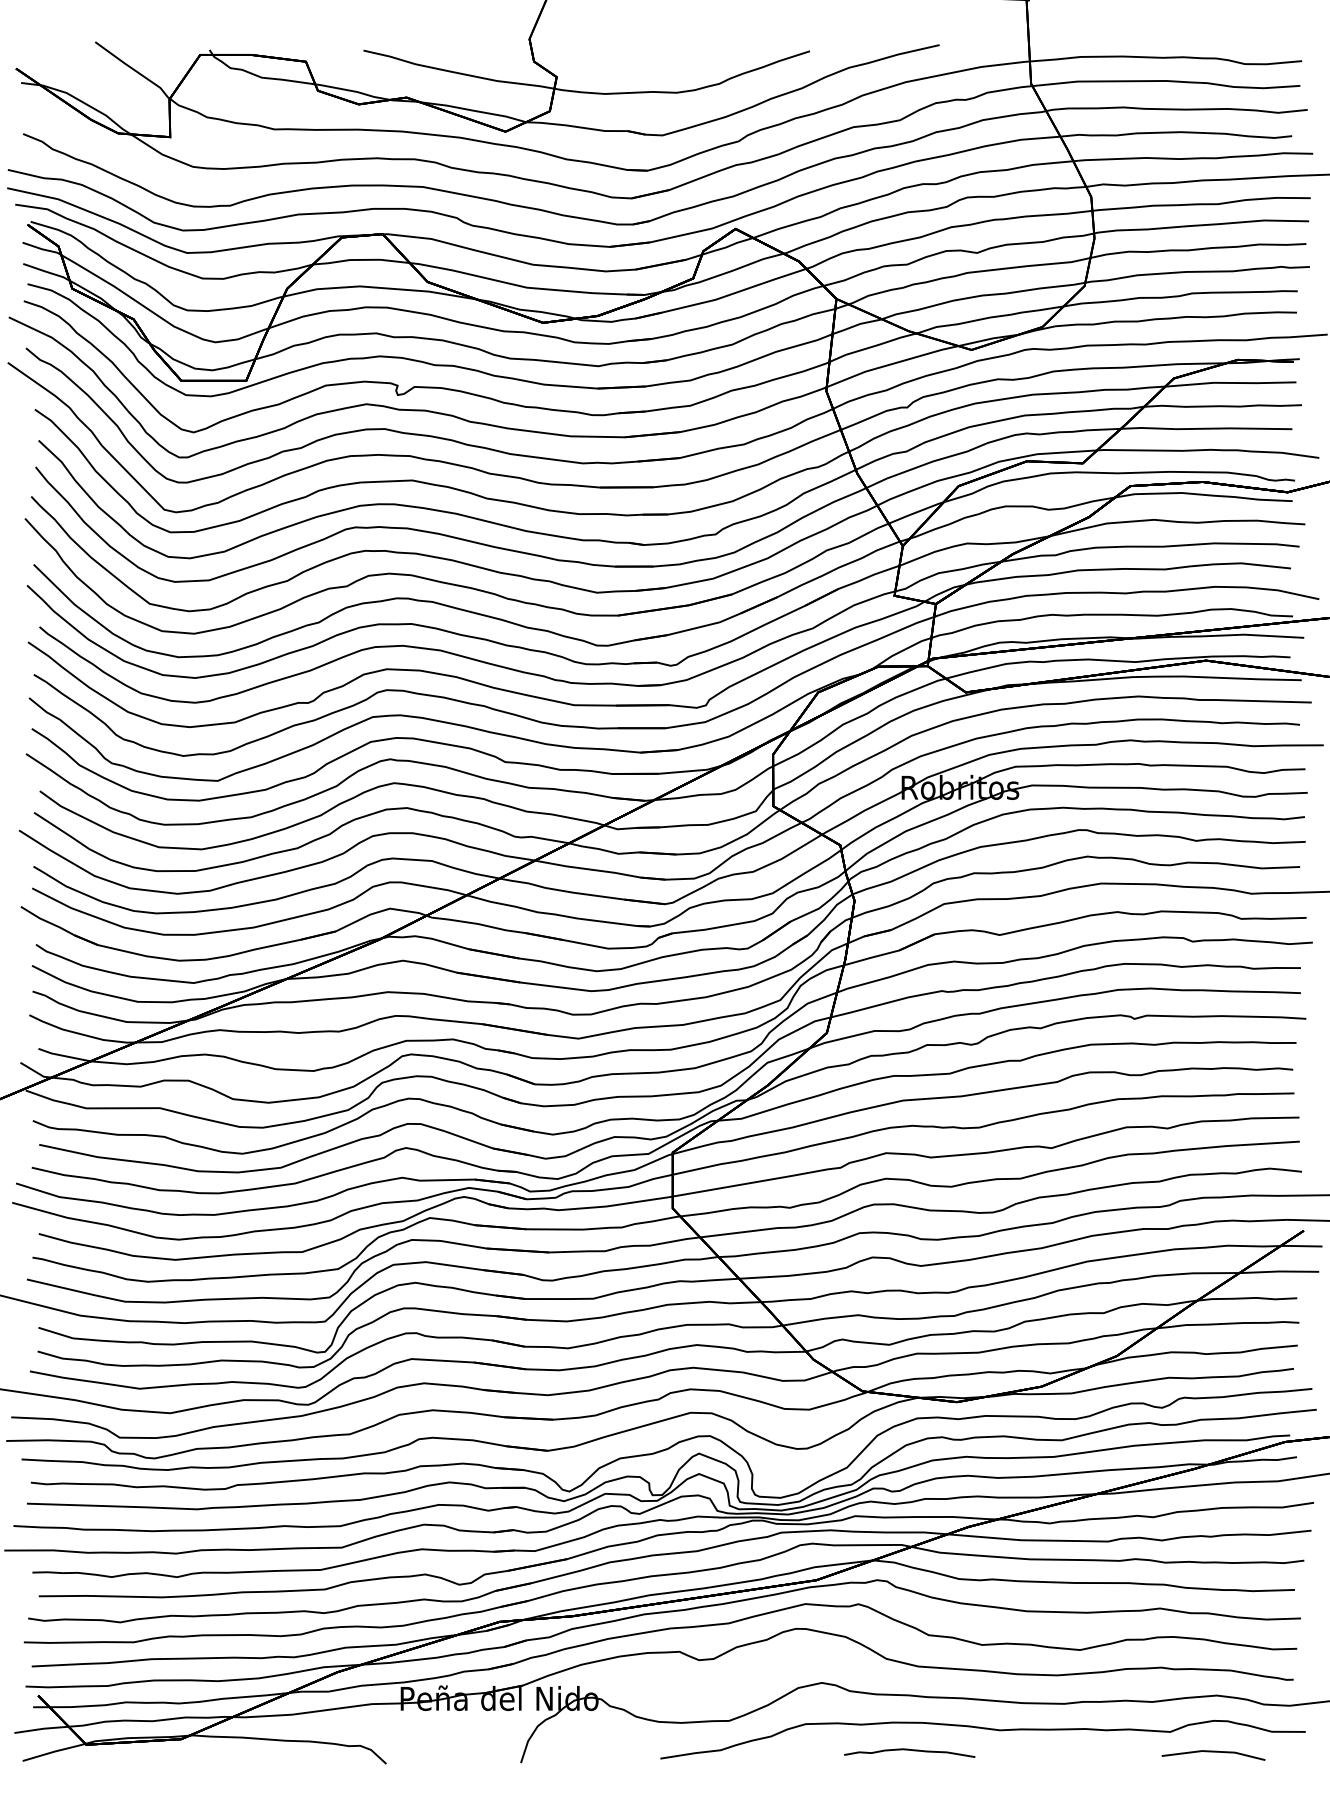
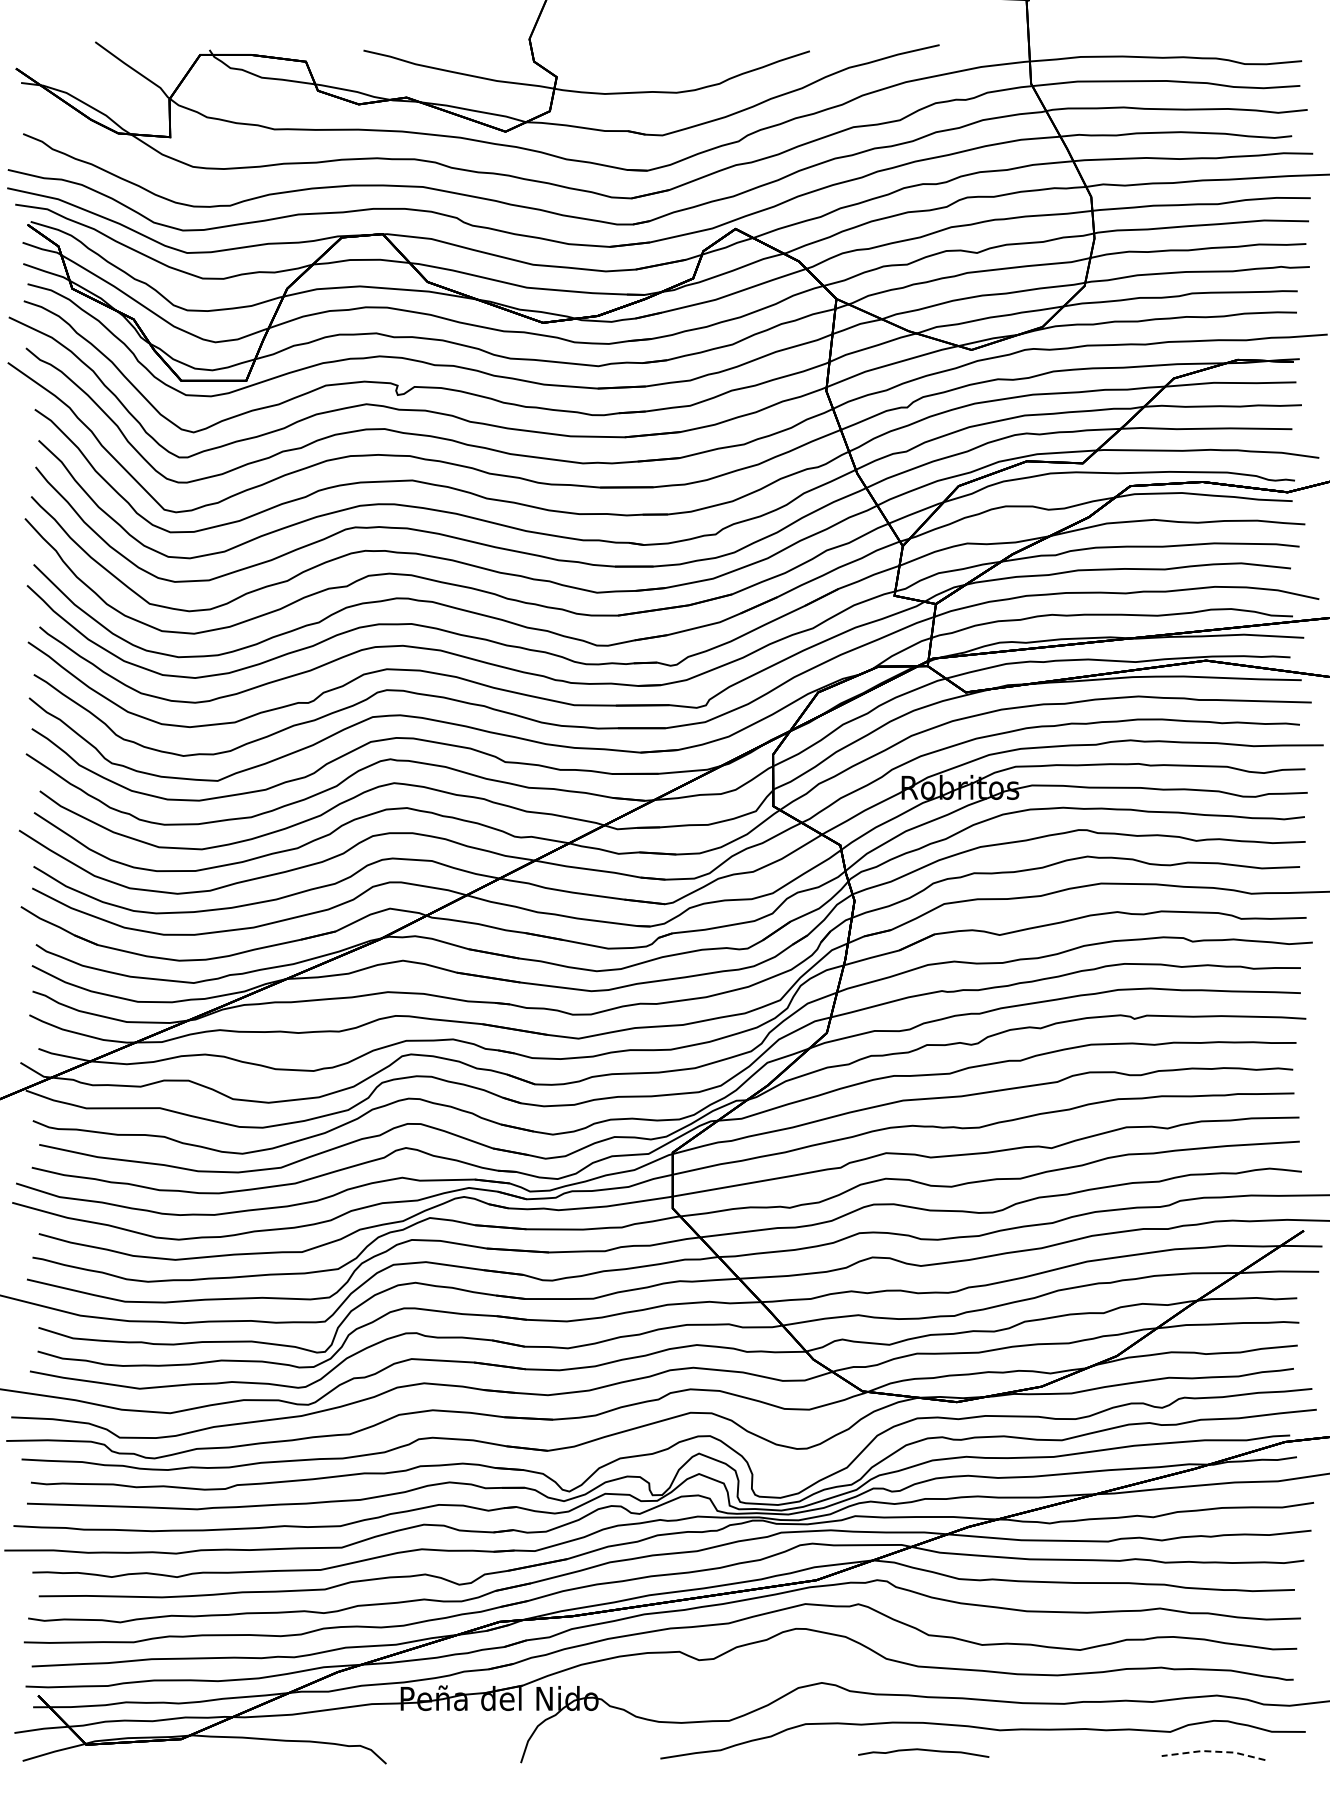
curve at (909, 1750) position: (909, 1750) -> (923, 1750)
line at (1214, 1751): solid -> dashed
